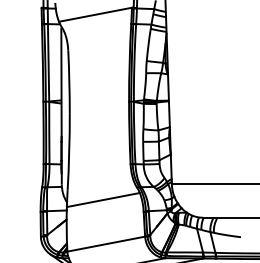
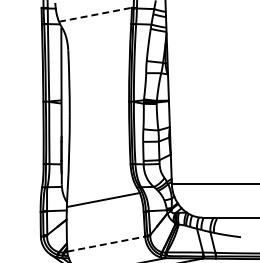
line at (95, 14): solid -> dashed
line at (106, 244): solid -> dashed
